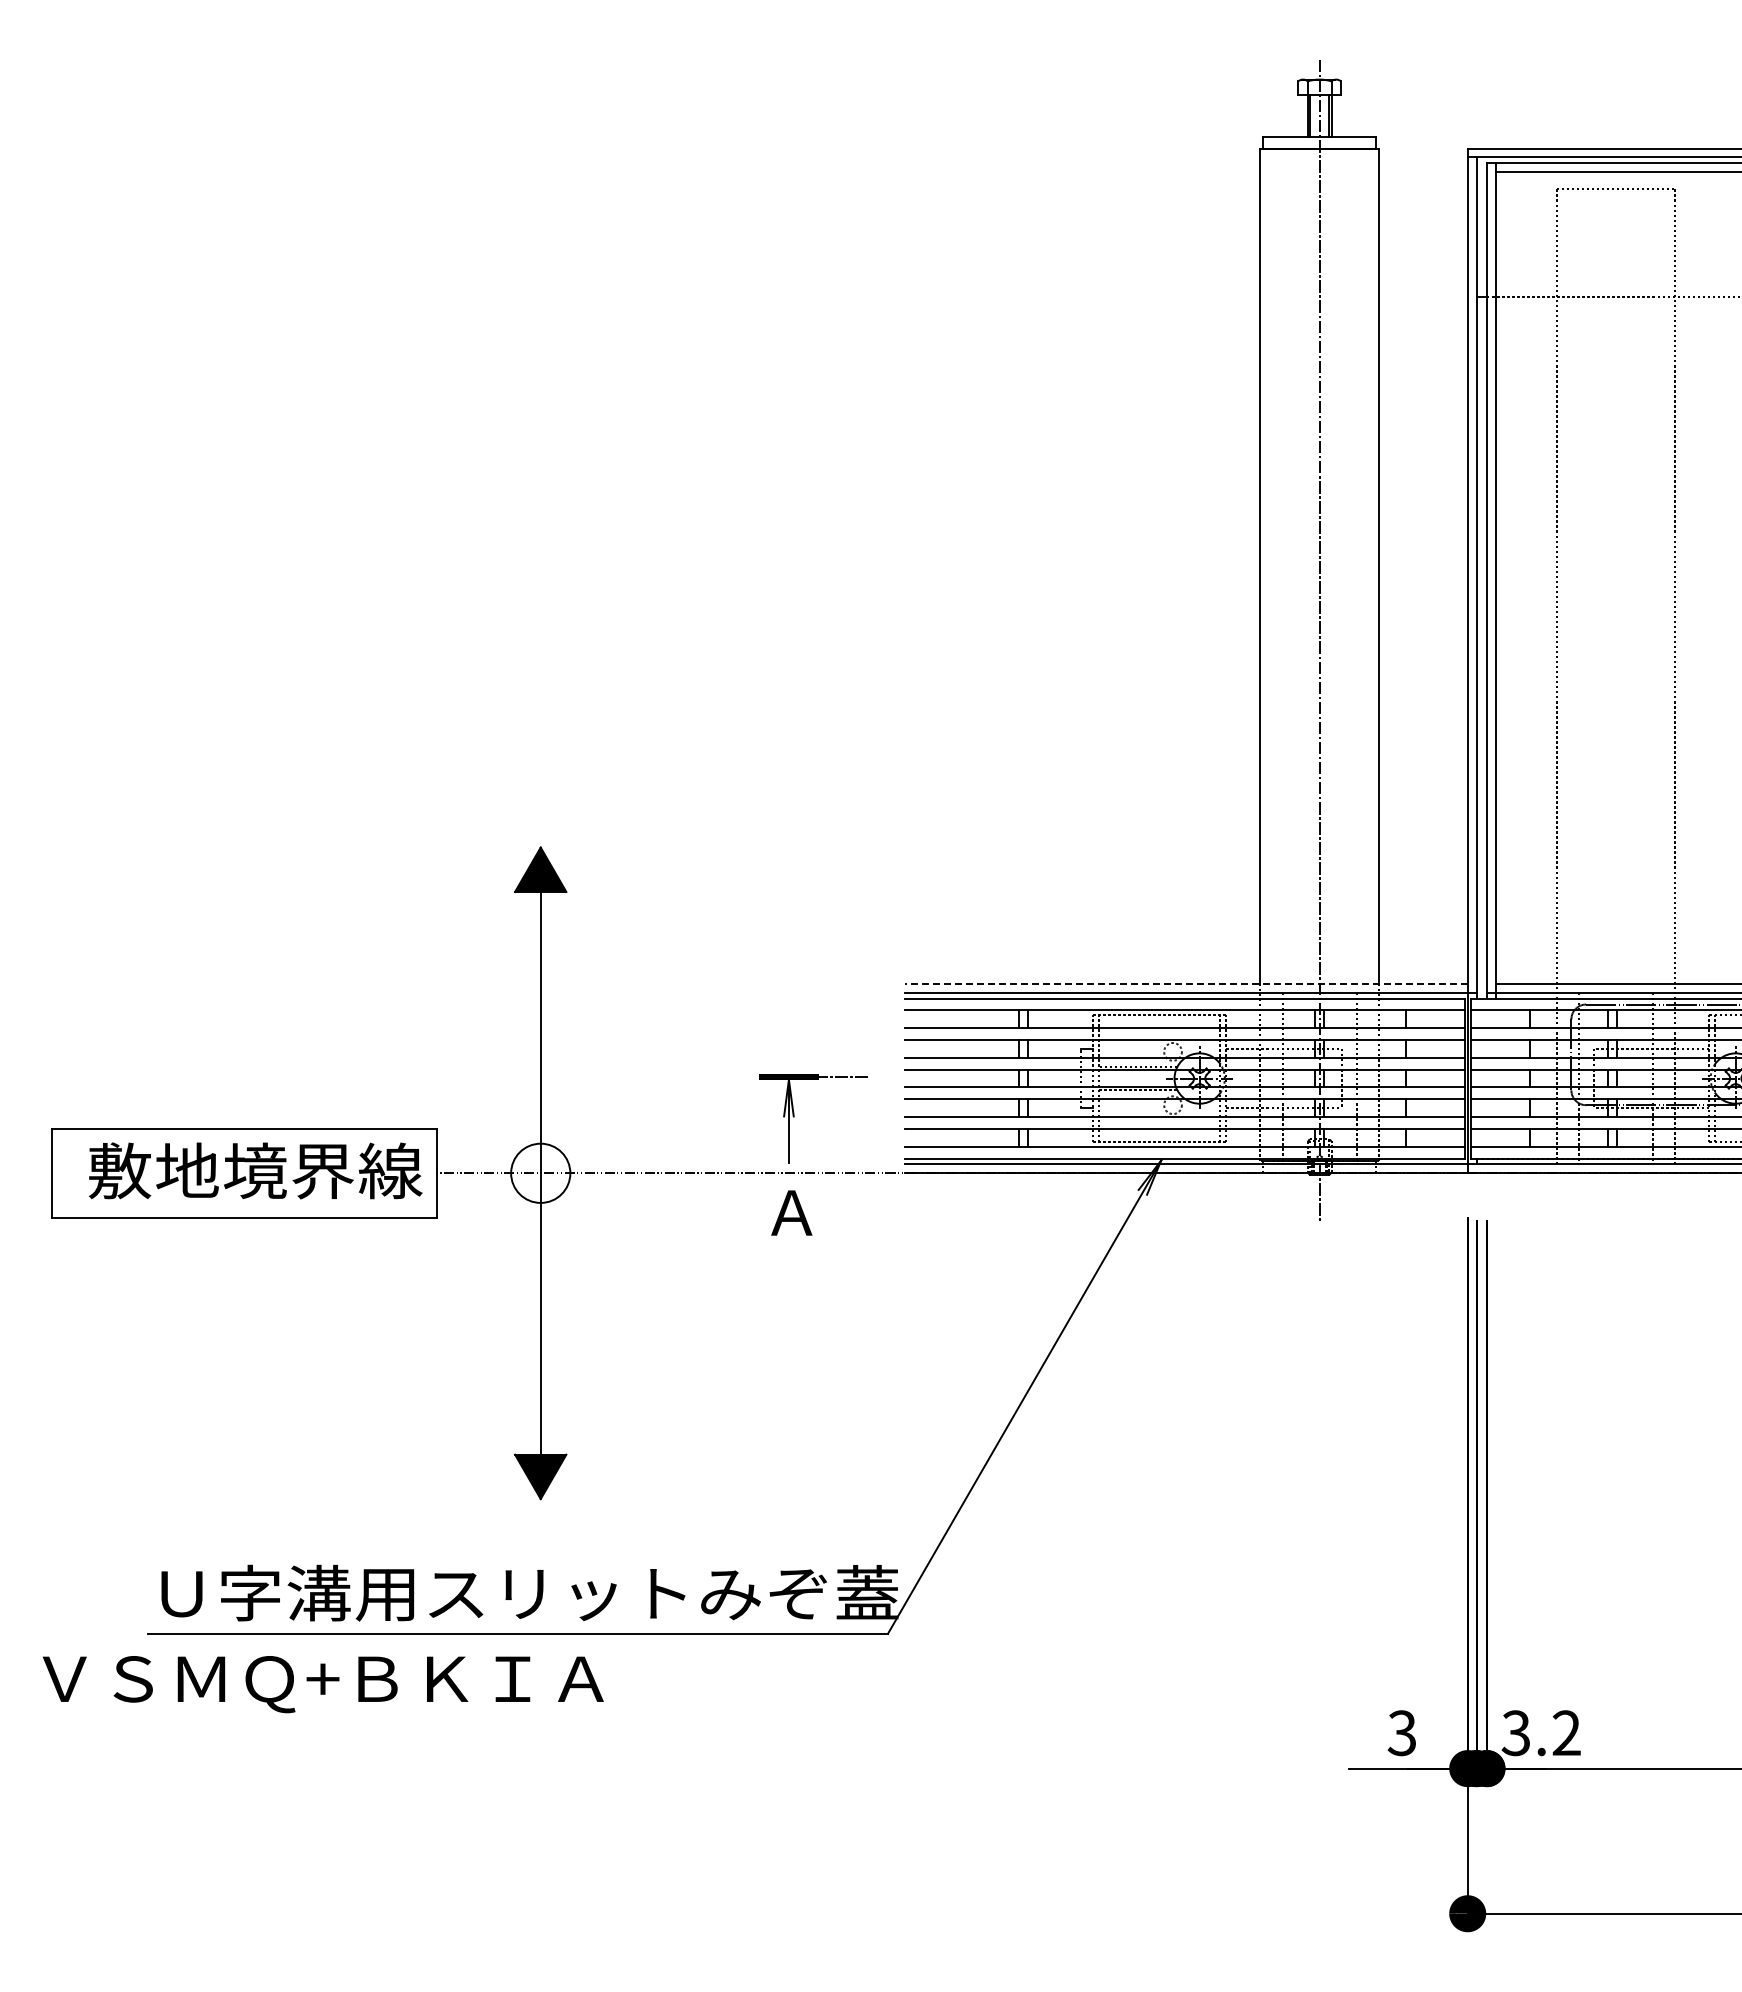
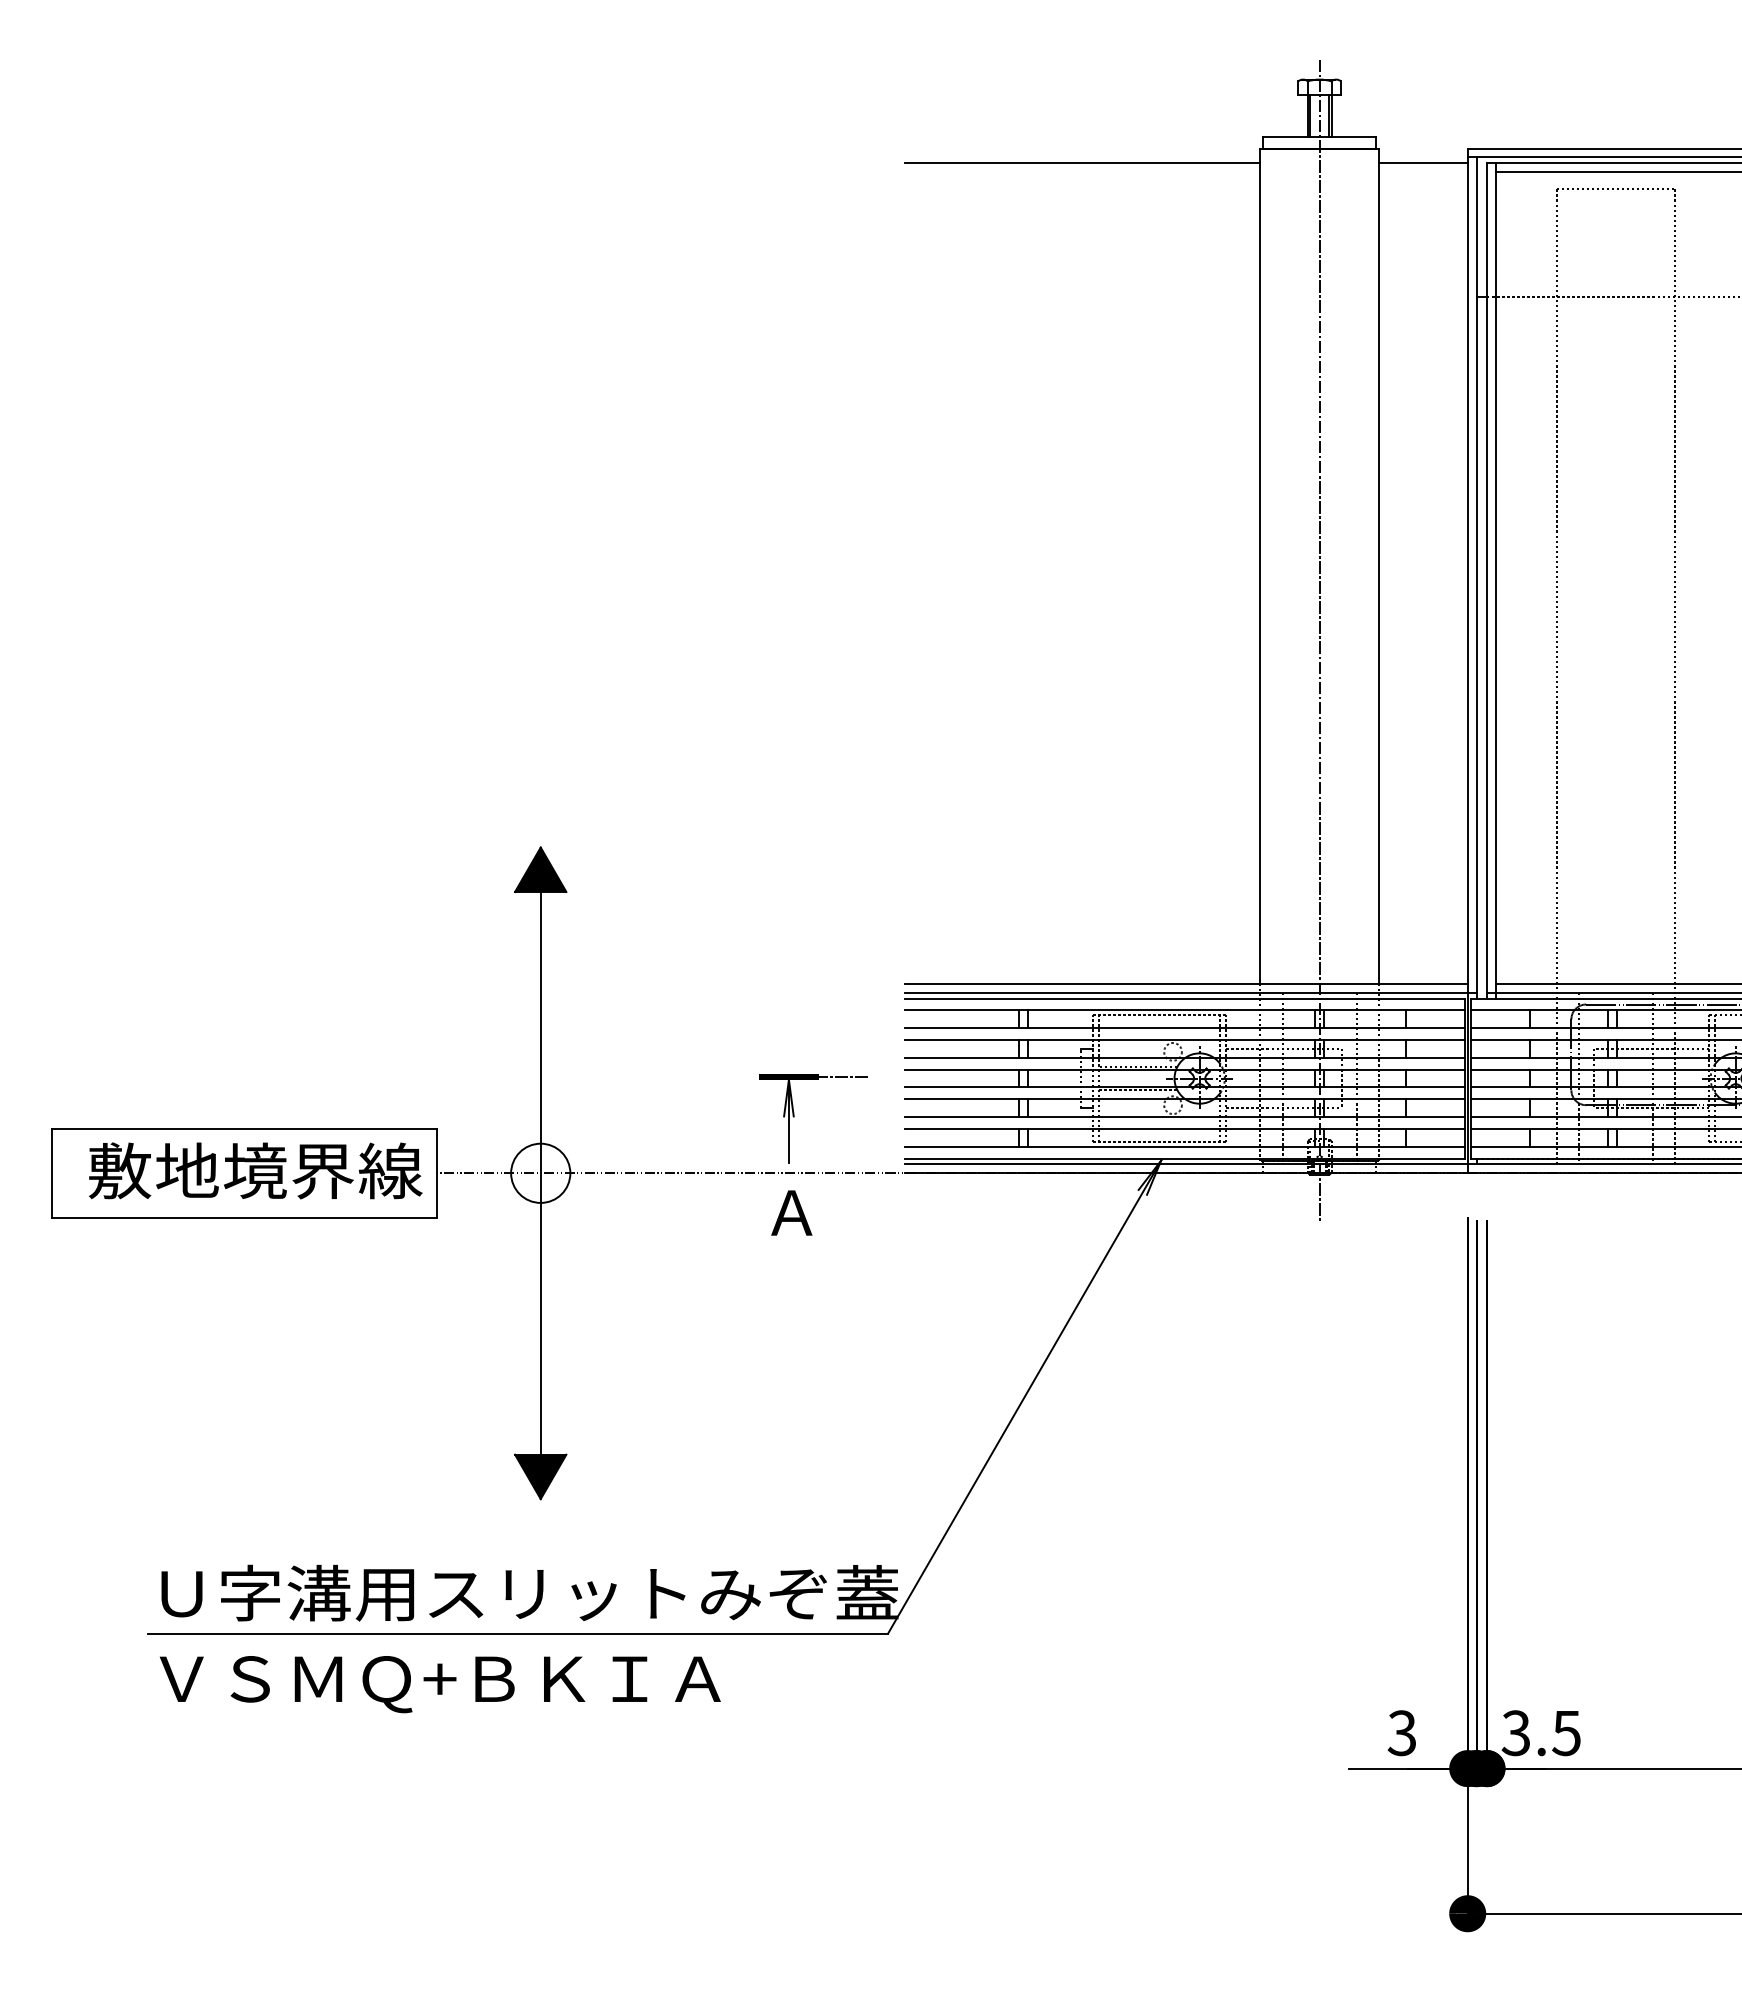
line at (1082, 163): none -> present
line at (1422, 163): none -> present
line at (1185, 983): dashed -> solid
text at (323, 1684) position: (323, 1684) -> (440, 1684)
text at (1566, 1733): 3.2 -> 3.5
